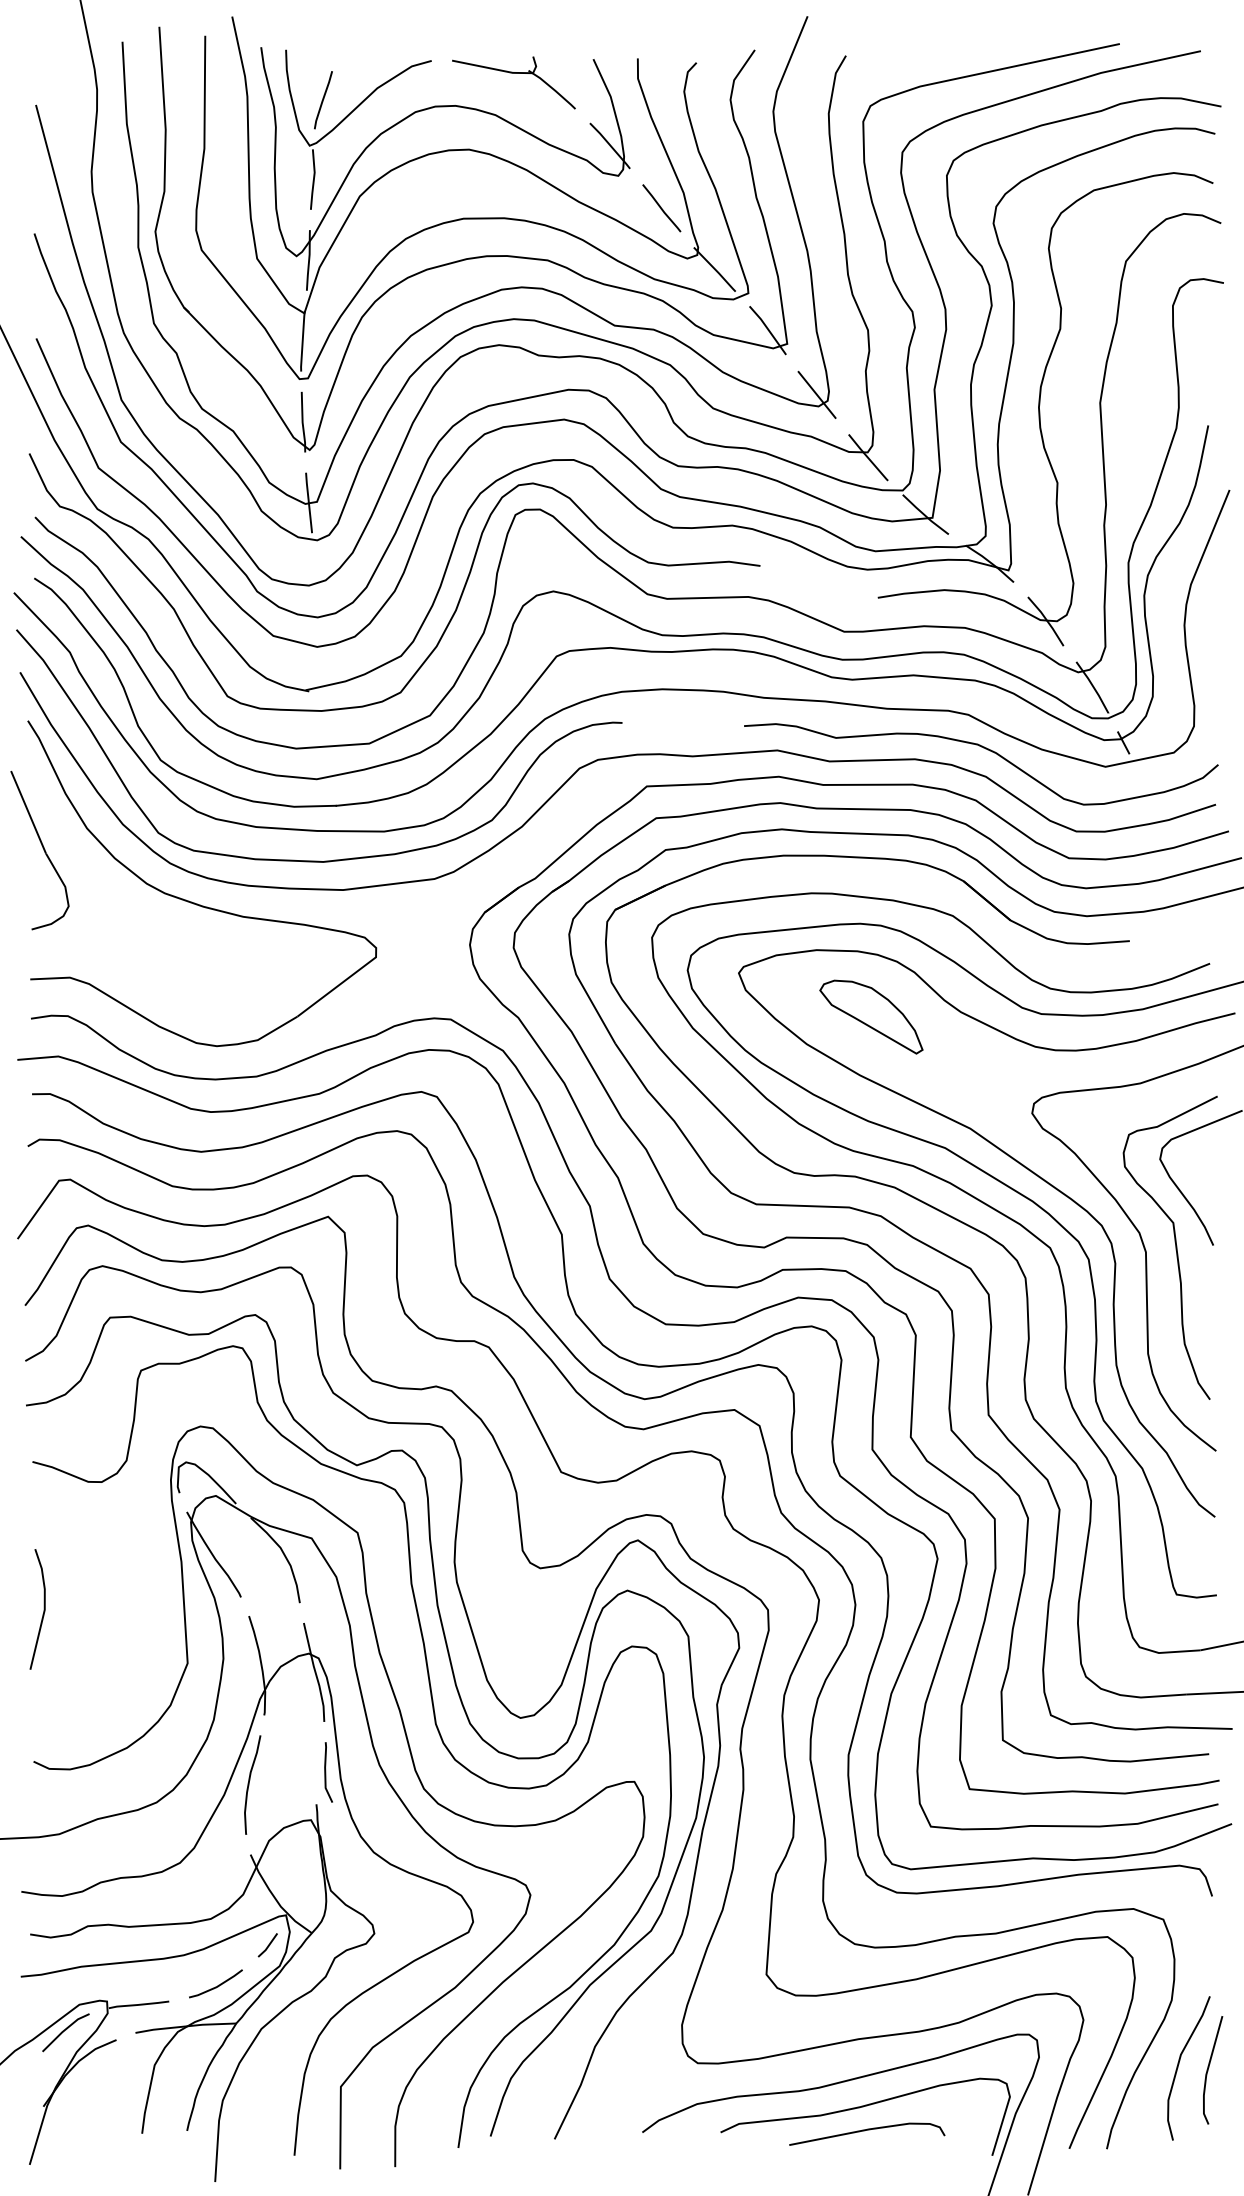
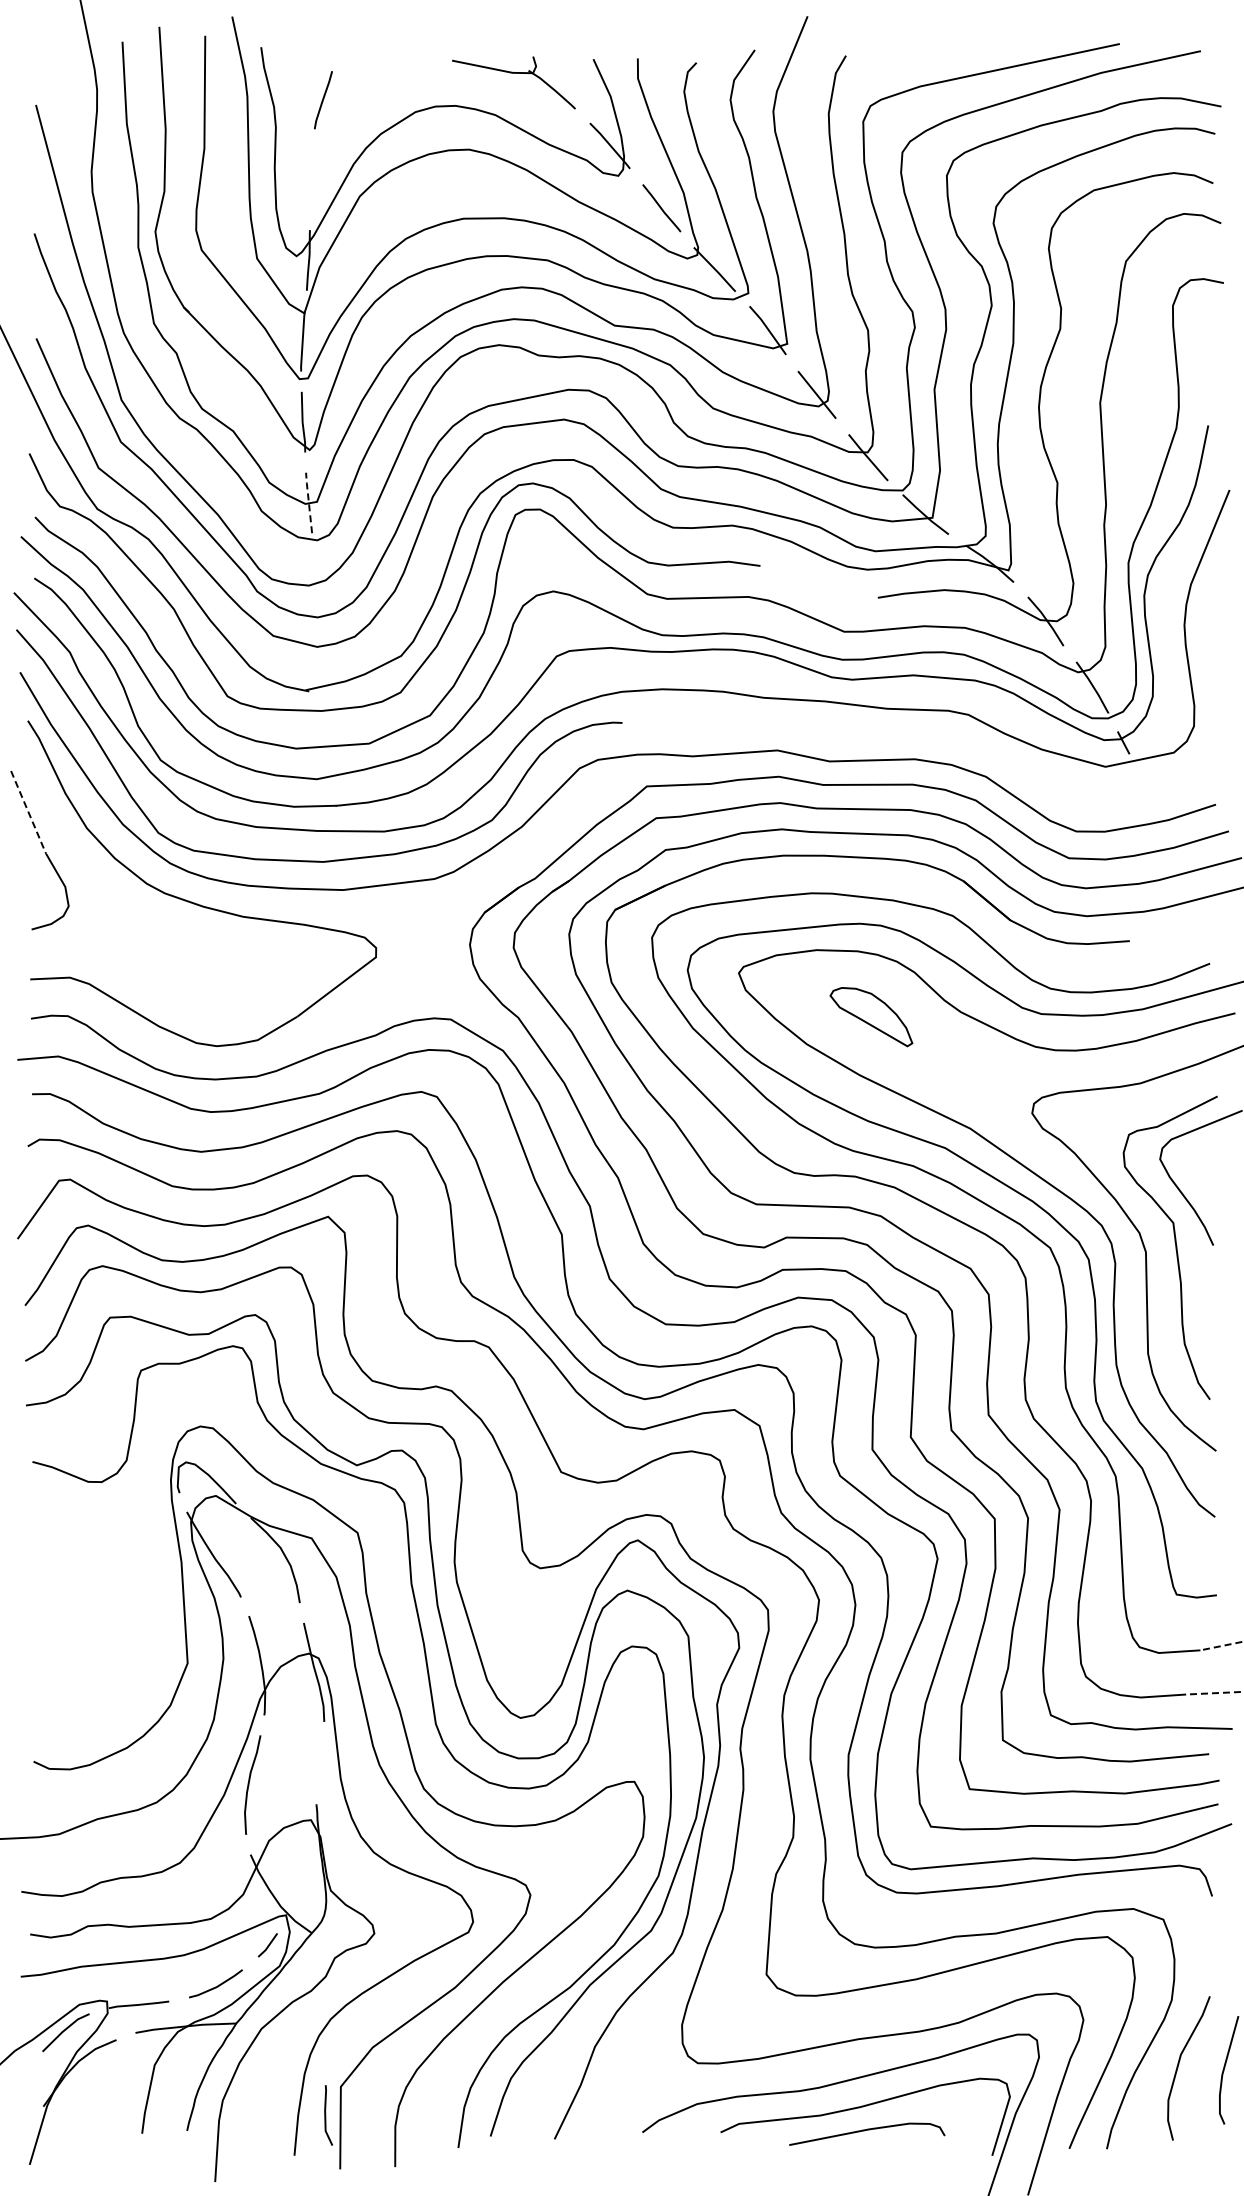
part at (347, 117): present -> none
line at (308, 502): solid -> dashed
curve at (987, 750): present -> none
line at (28, 812): solid -> dashed
part at (871, 1016) size: 105x76 px -> 85x61 px
line at (43, 1609): present -> none
line at (1221, 1646): solid -> dashed
line at (1214, 1693): solid -> dashed
line at (326, 1772) position: (326, 1772) -> (326, 2115)
line at (1209, 2067) position: (1209, 2067) -> (1225, 2067)
